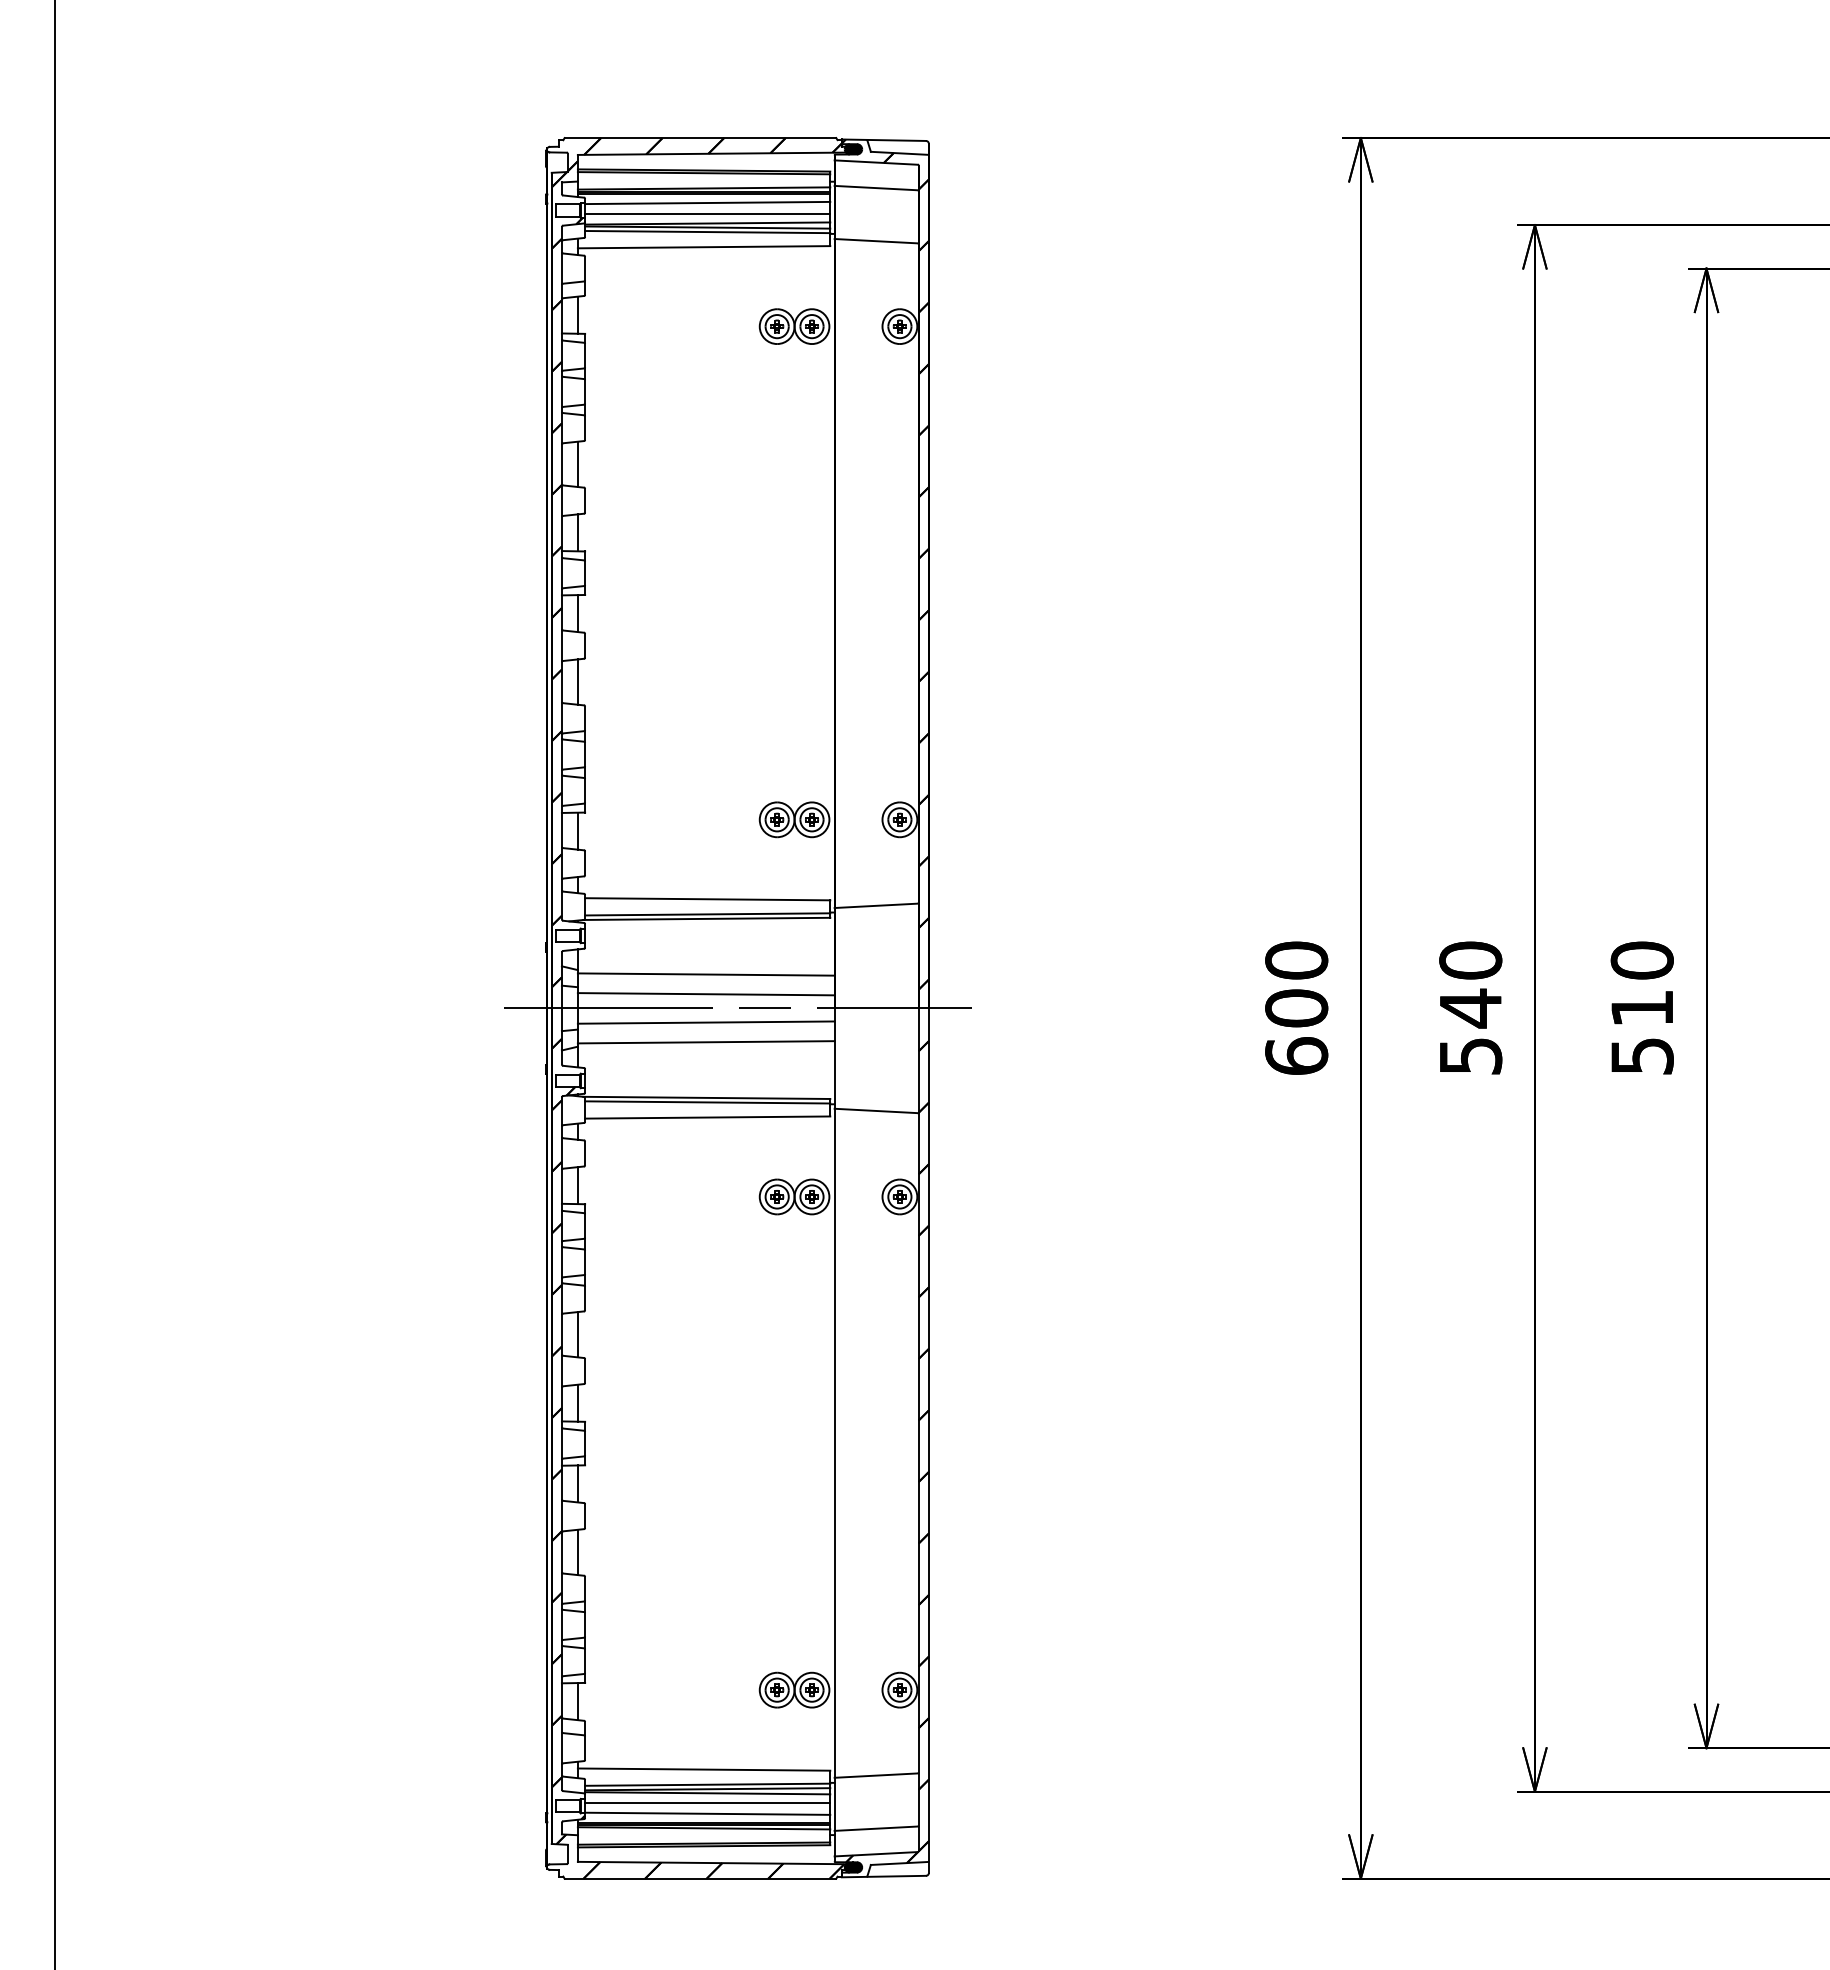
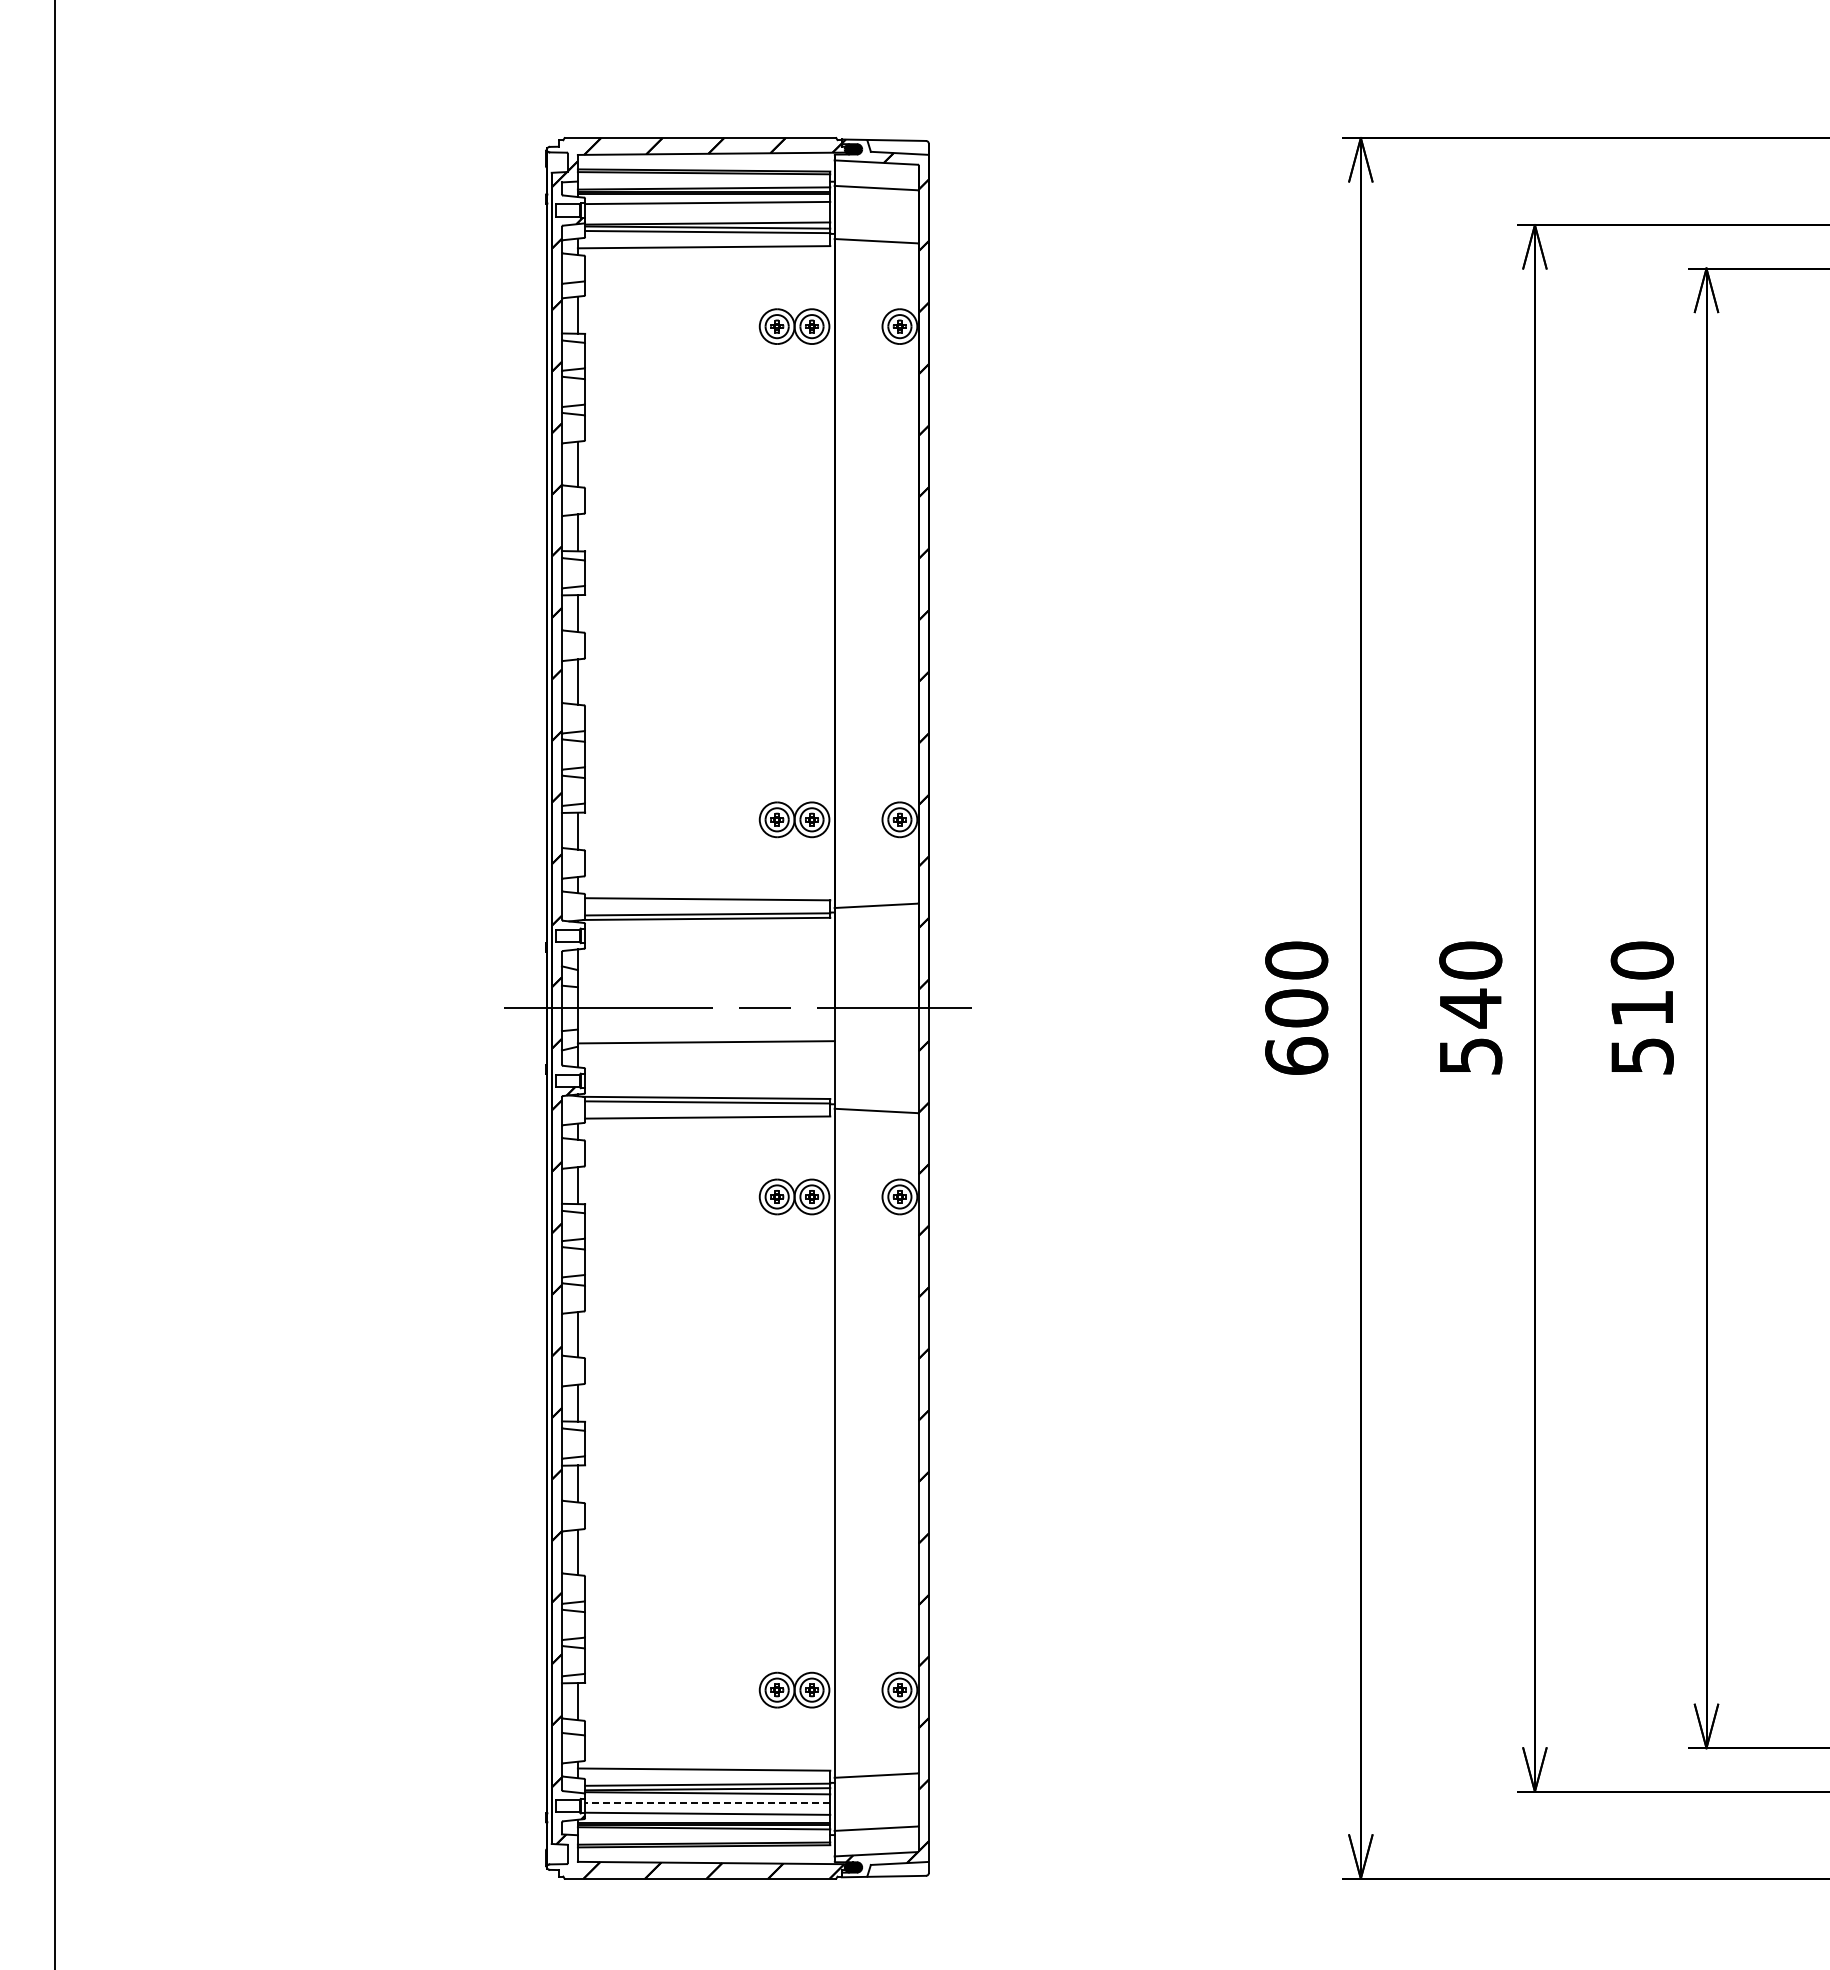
line at (707, 214): present -> none
line at (705, 974): present -> none
line at (705, 994): present -> none
line at (705, 1022): present -> none
line at (707, 1802): solid -> dashed
